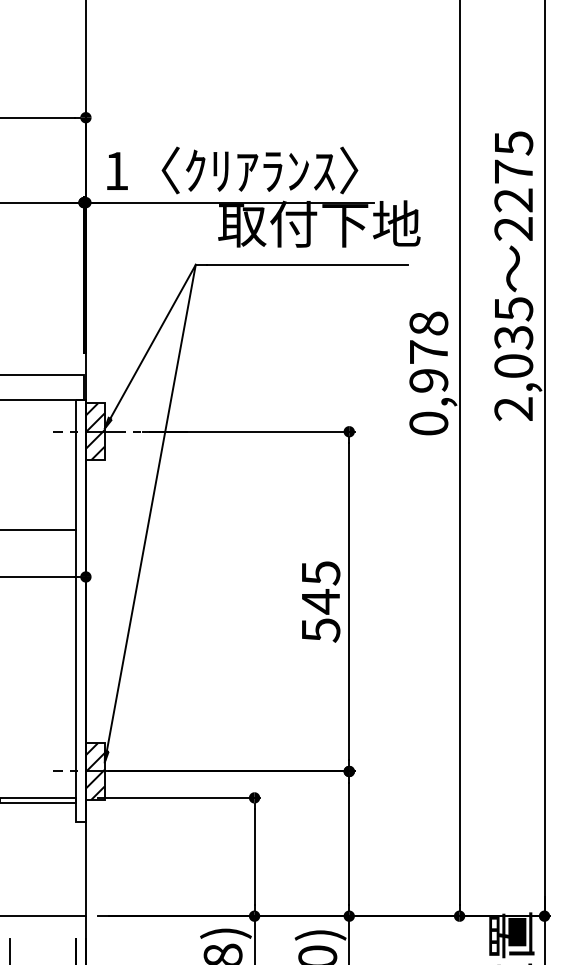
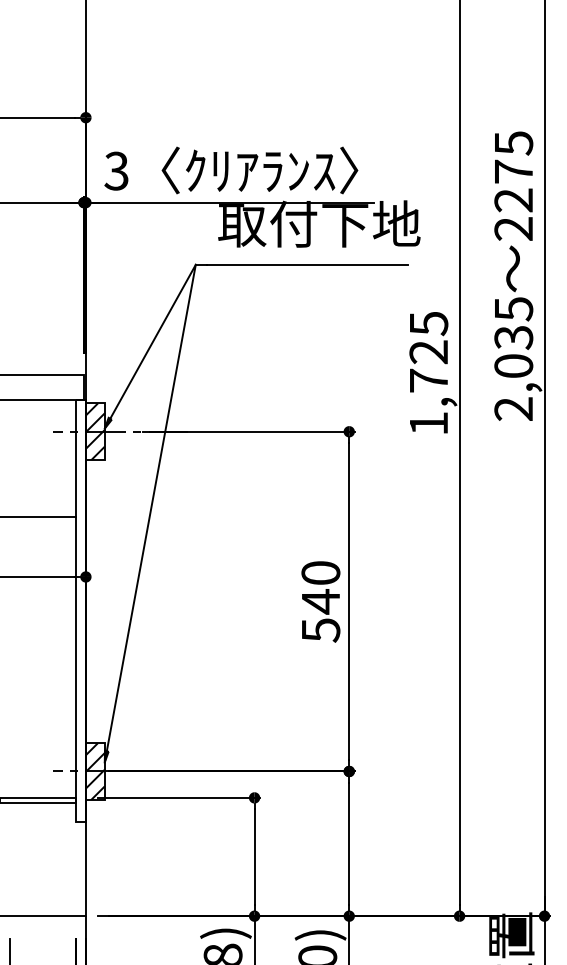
text at (116, 170): 1 -> 3
text at (428, 373): 0,978 -> 1,725
line at (38, 530) position: (38, 530) -> (38, 517)
text at (320, 573): 545 -> 540
